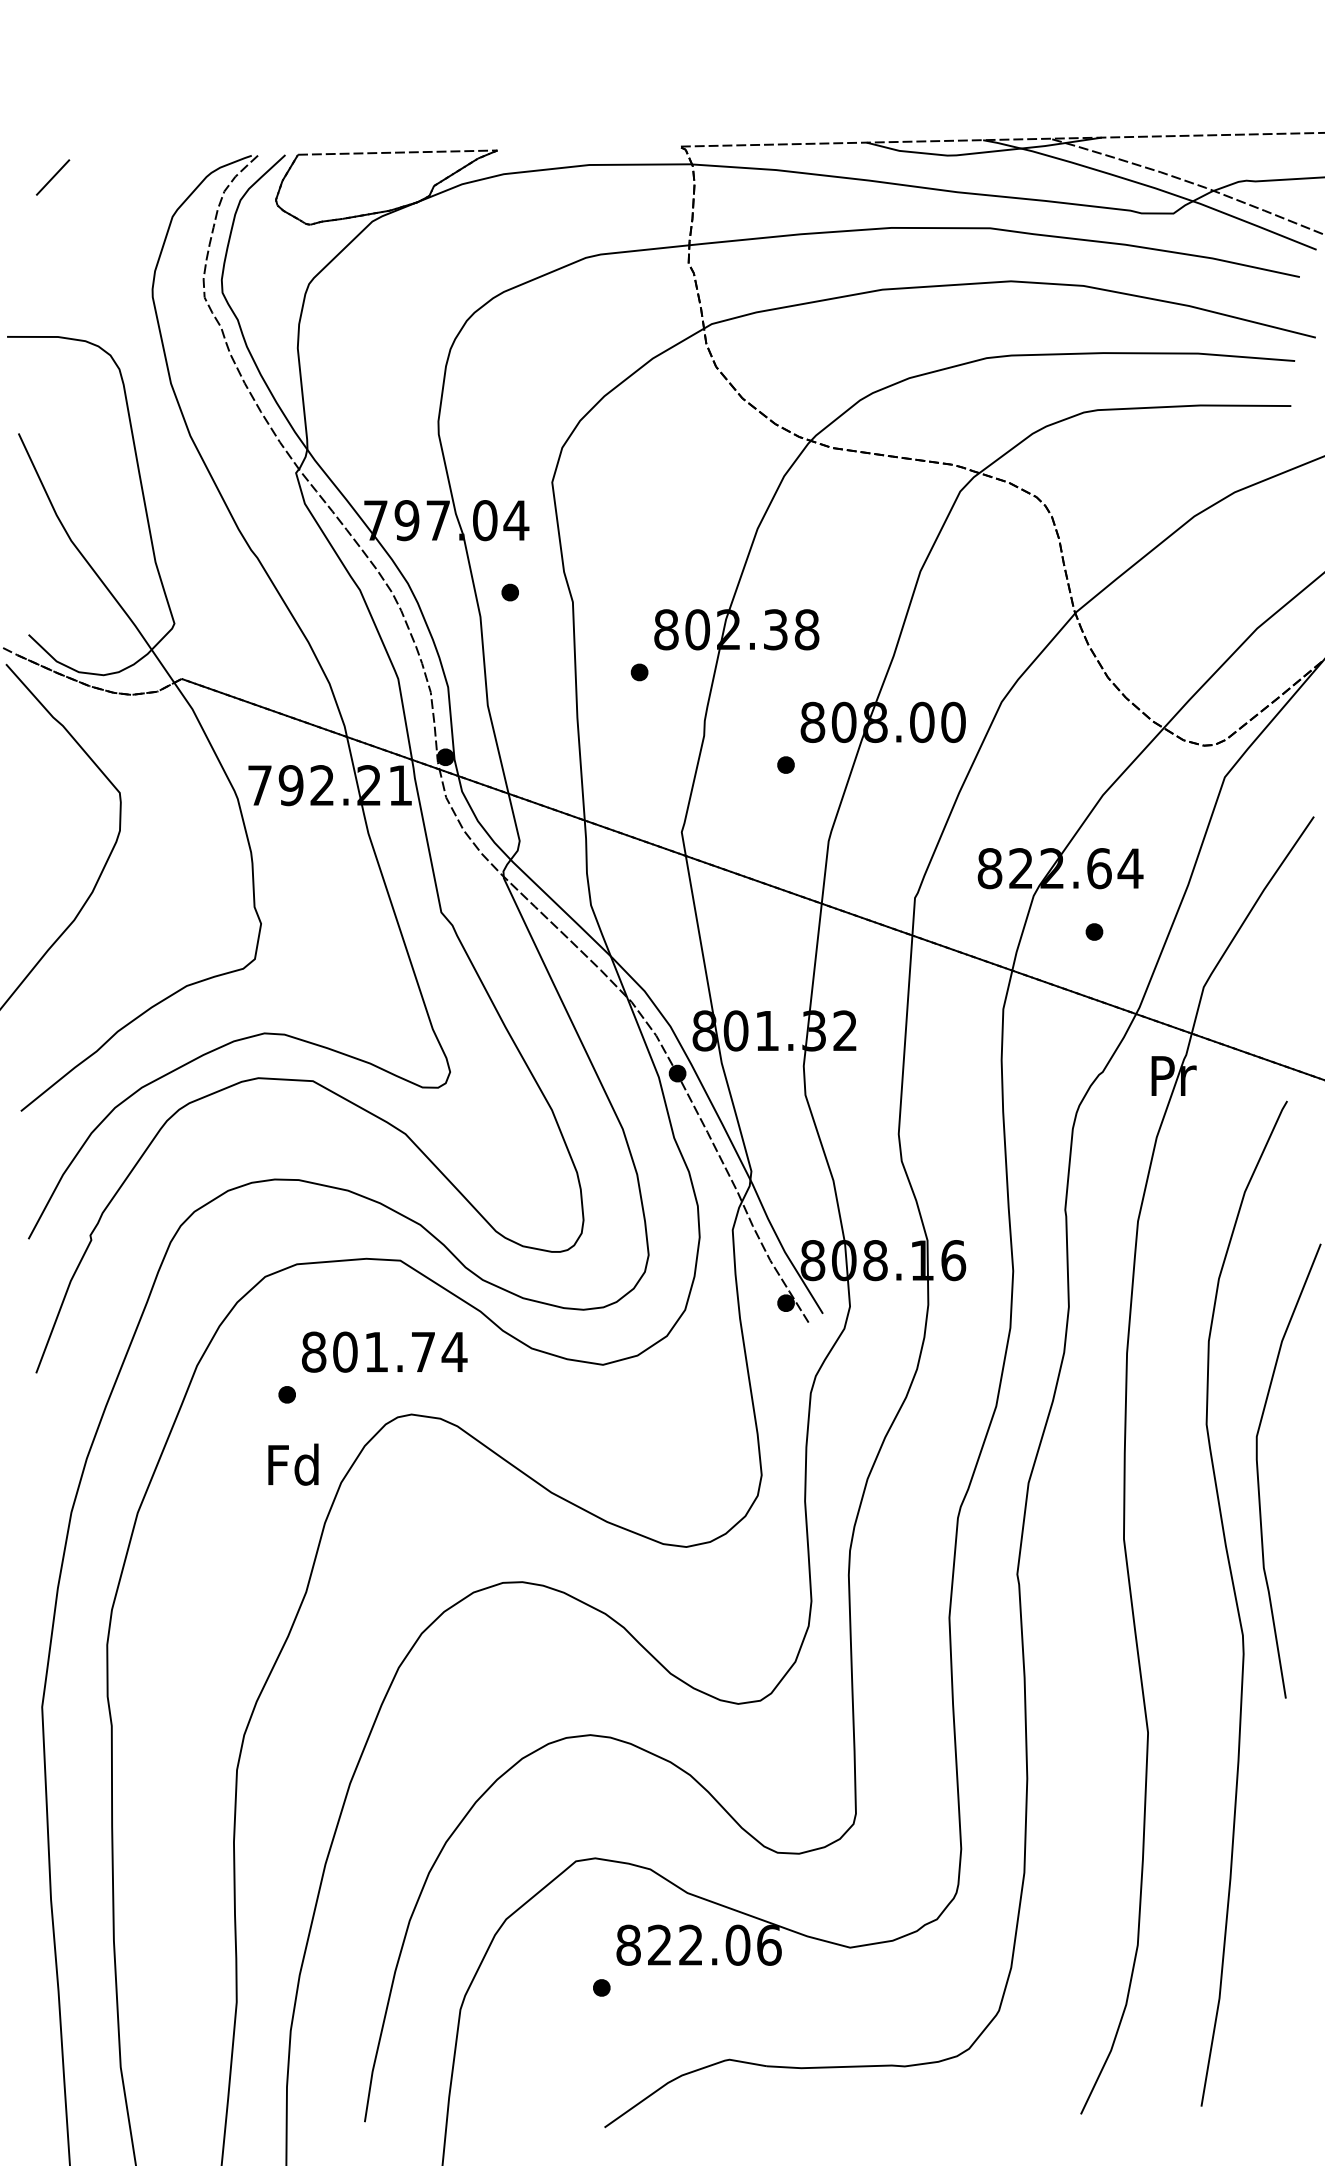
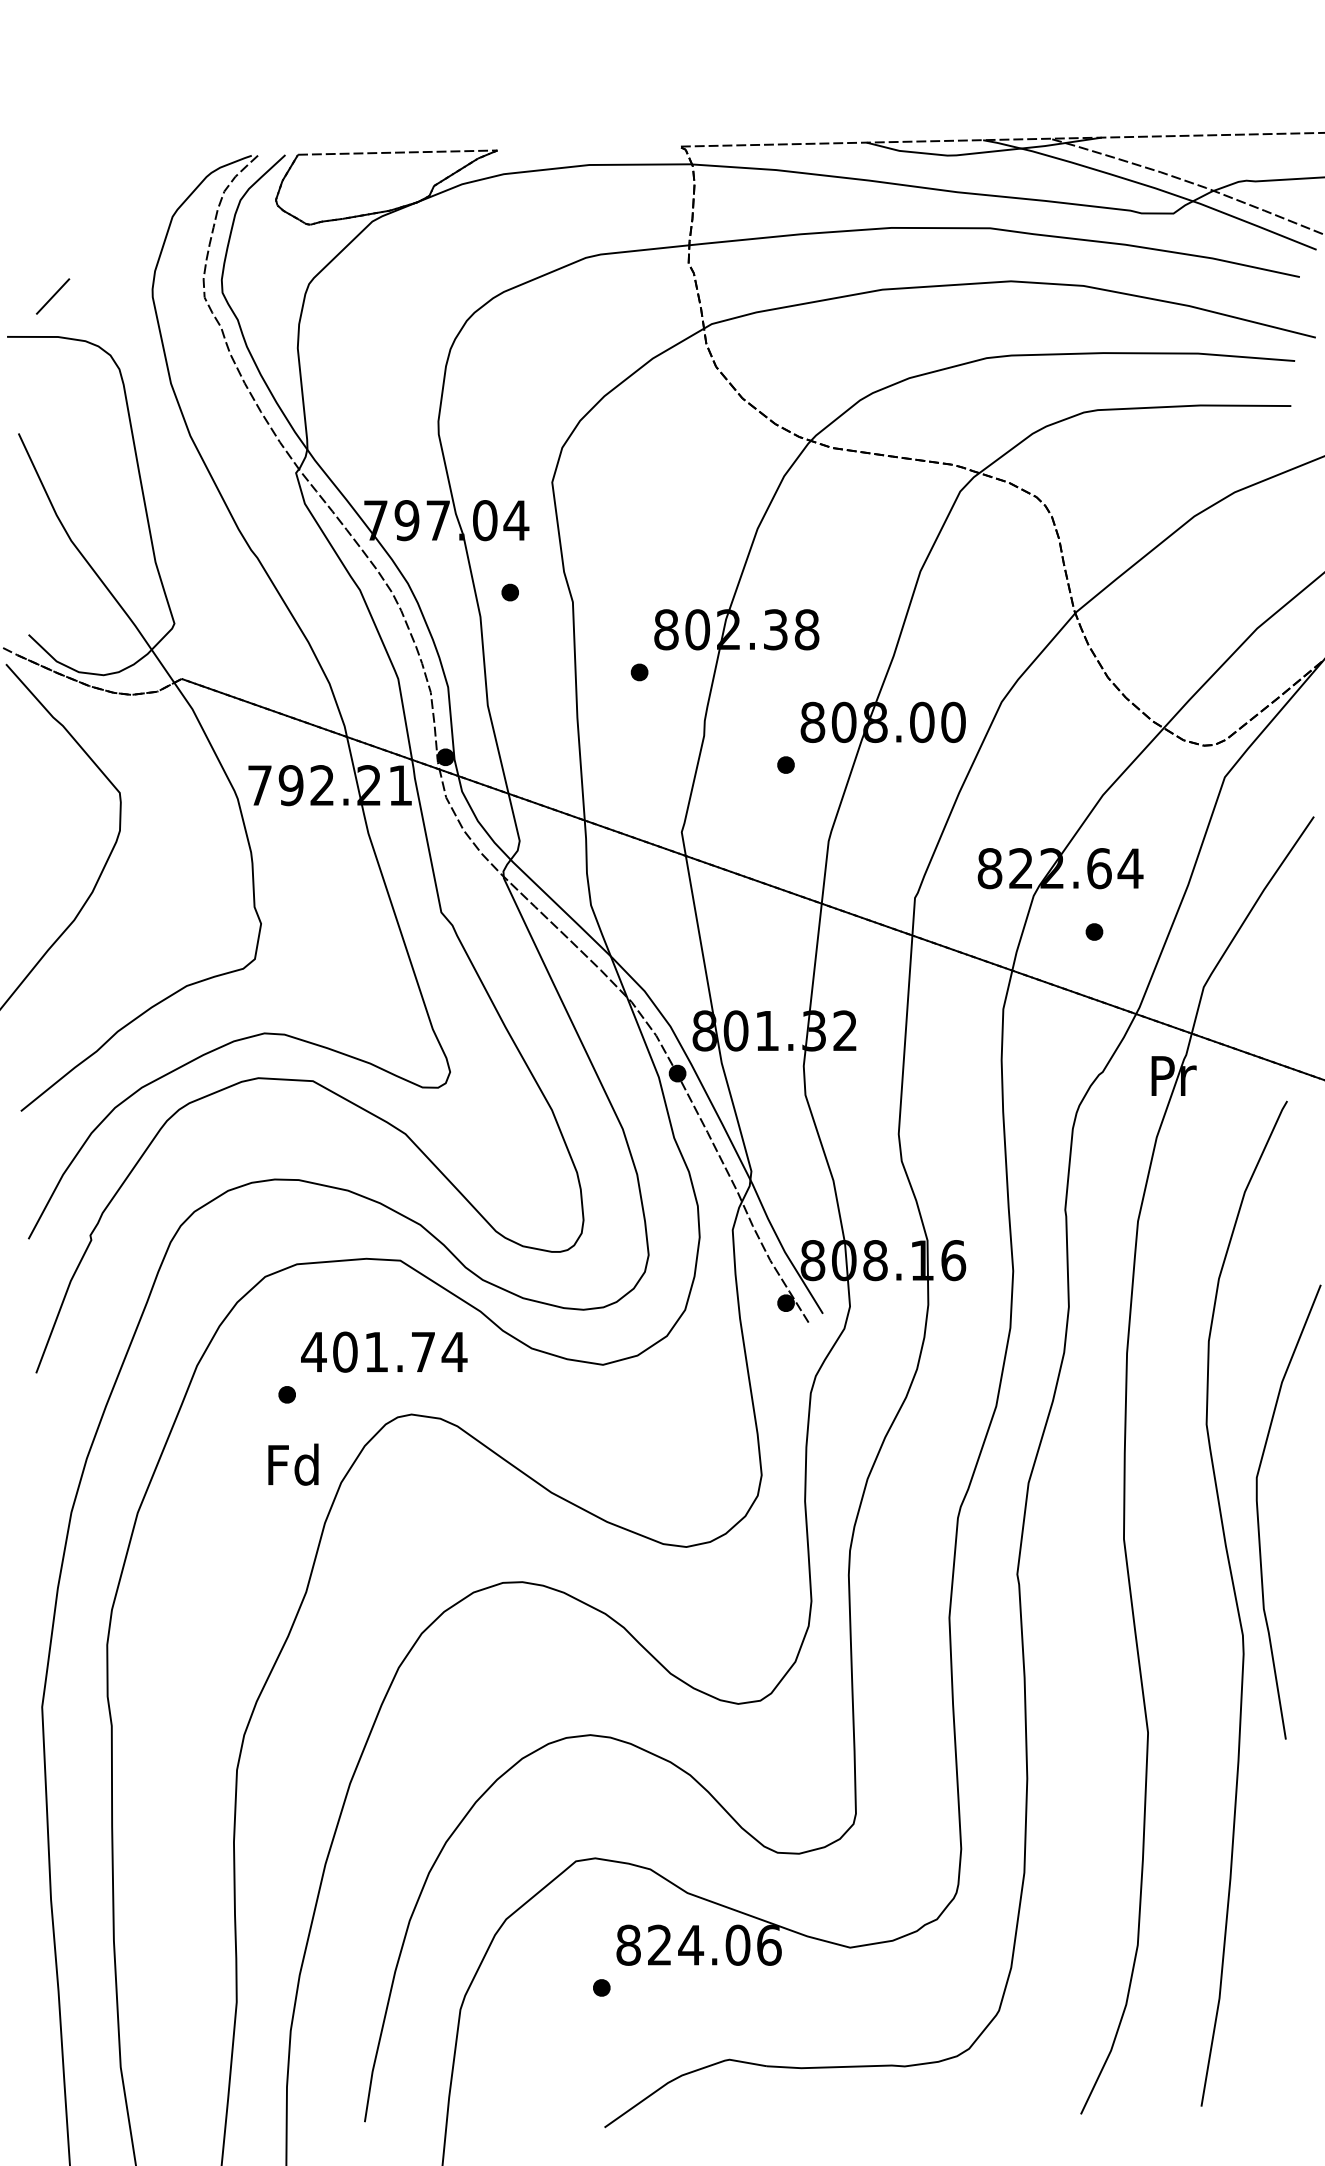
line at (52, 177) position: (52, 177) -> (52, 296)
text at (313, 1351): 801.74 -> 401.74
curve at (1258, 1470) position: (1258, 1470) -> (1258, 1511)
text at (691, 1944): 822.06 -> 824.06
